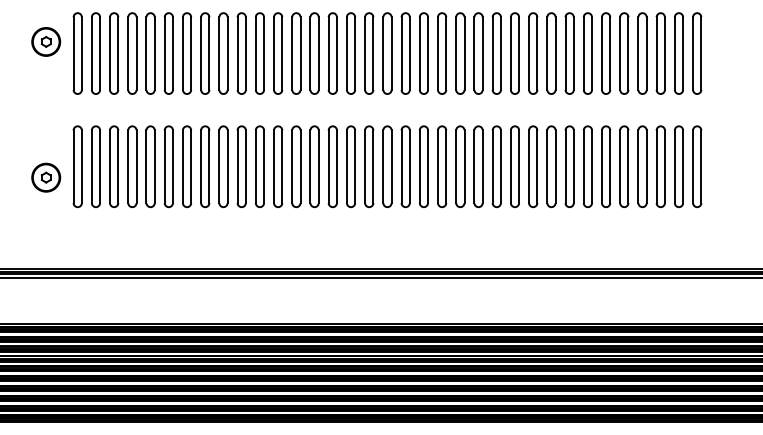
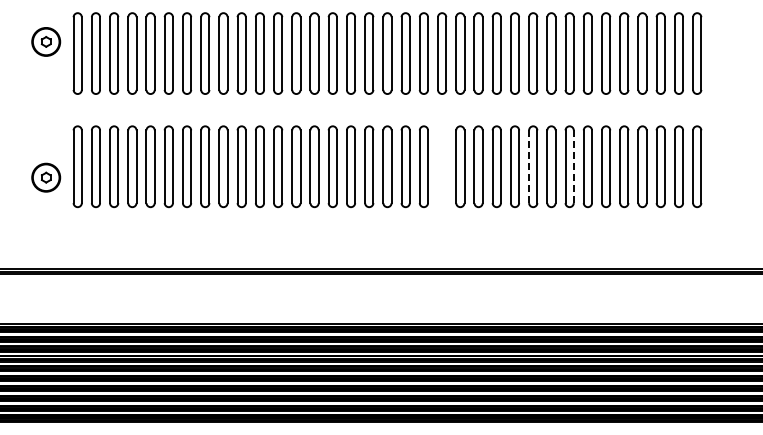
part at (442, 166): present -> none
line at (573, 166): solid -> dashed
line at (529, 167): solid -> dashed
line at (380, 277): present -> none
